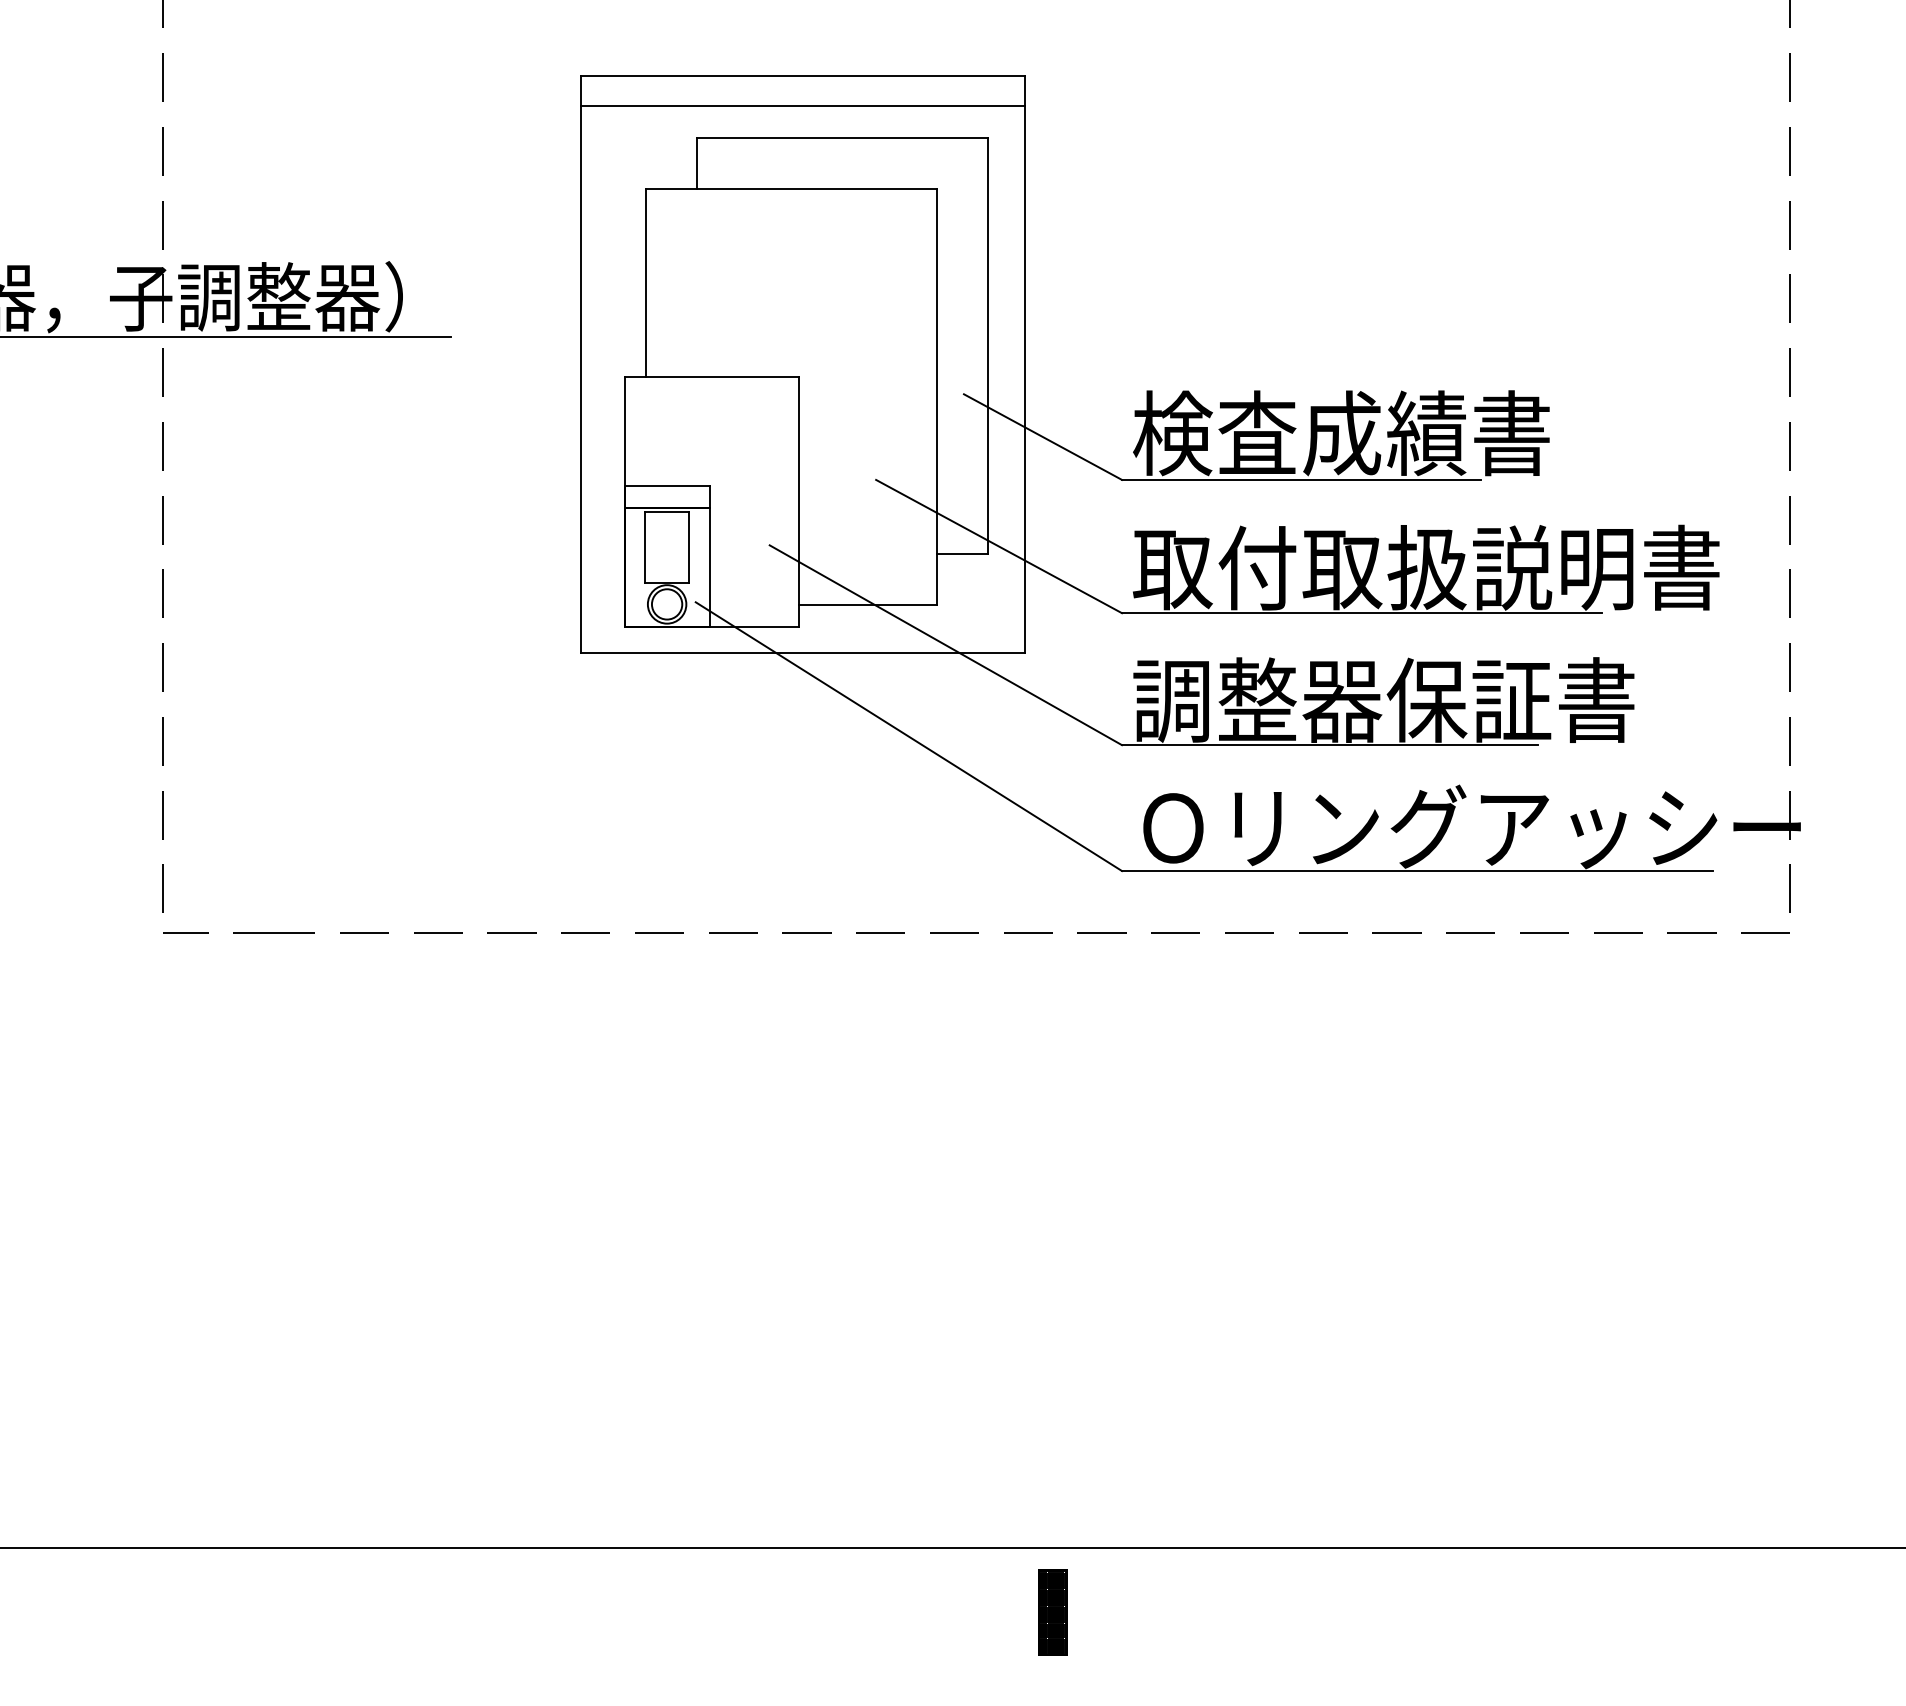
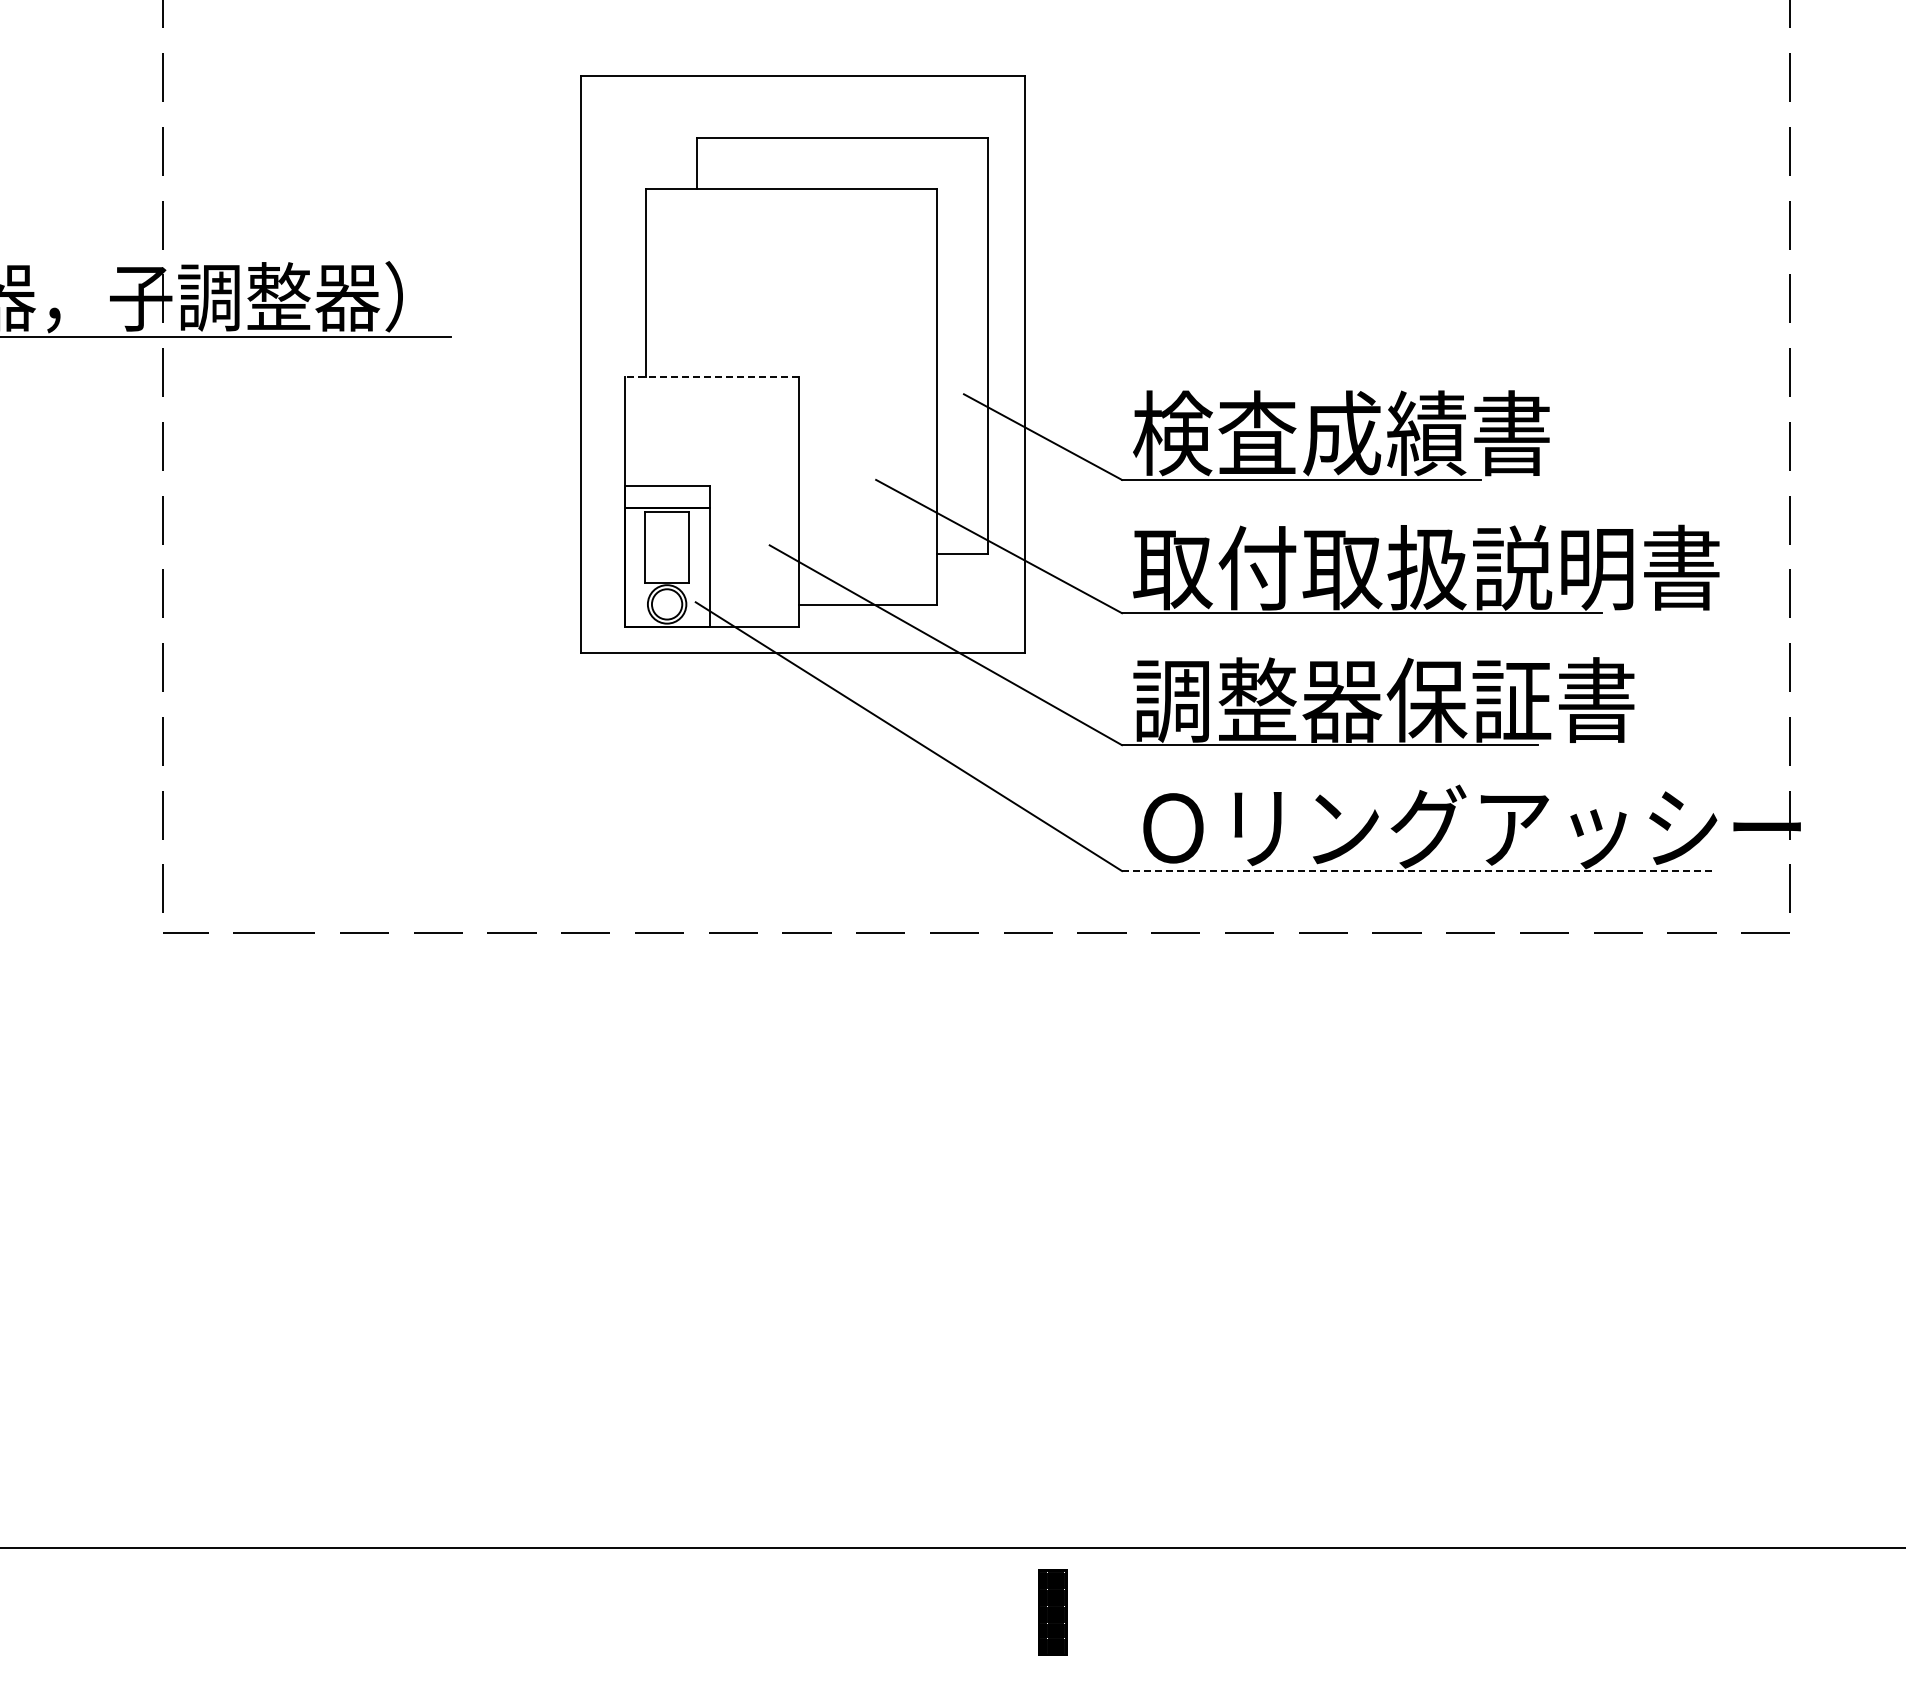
line at (802, 106): present -> none
line at (711, 377): solid -> dashed
line at (1417, 871): solid -> dashed
